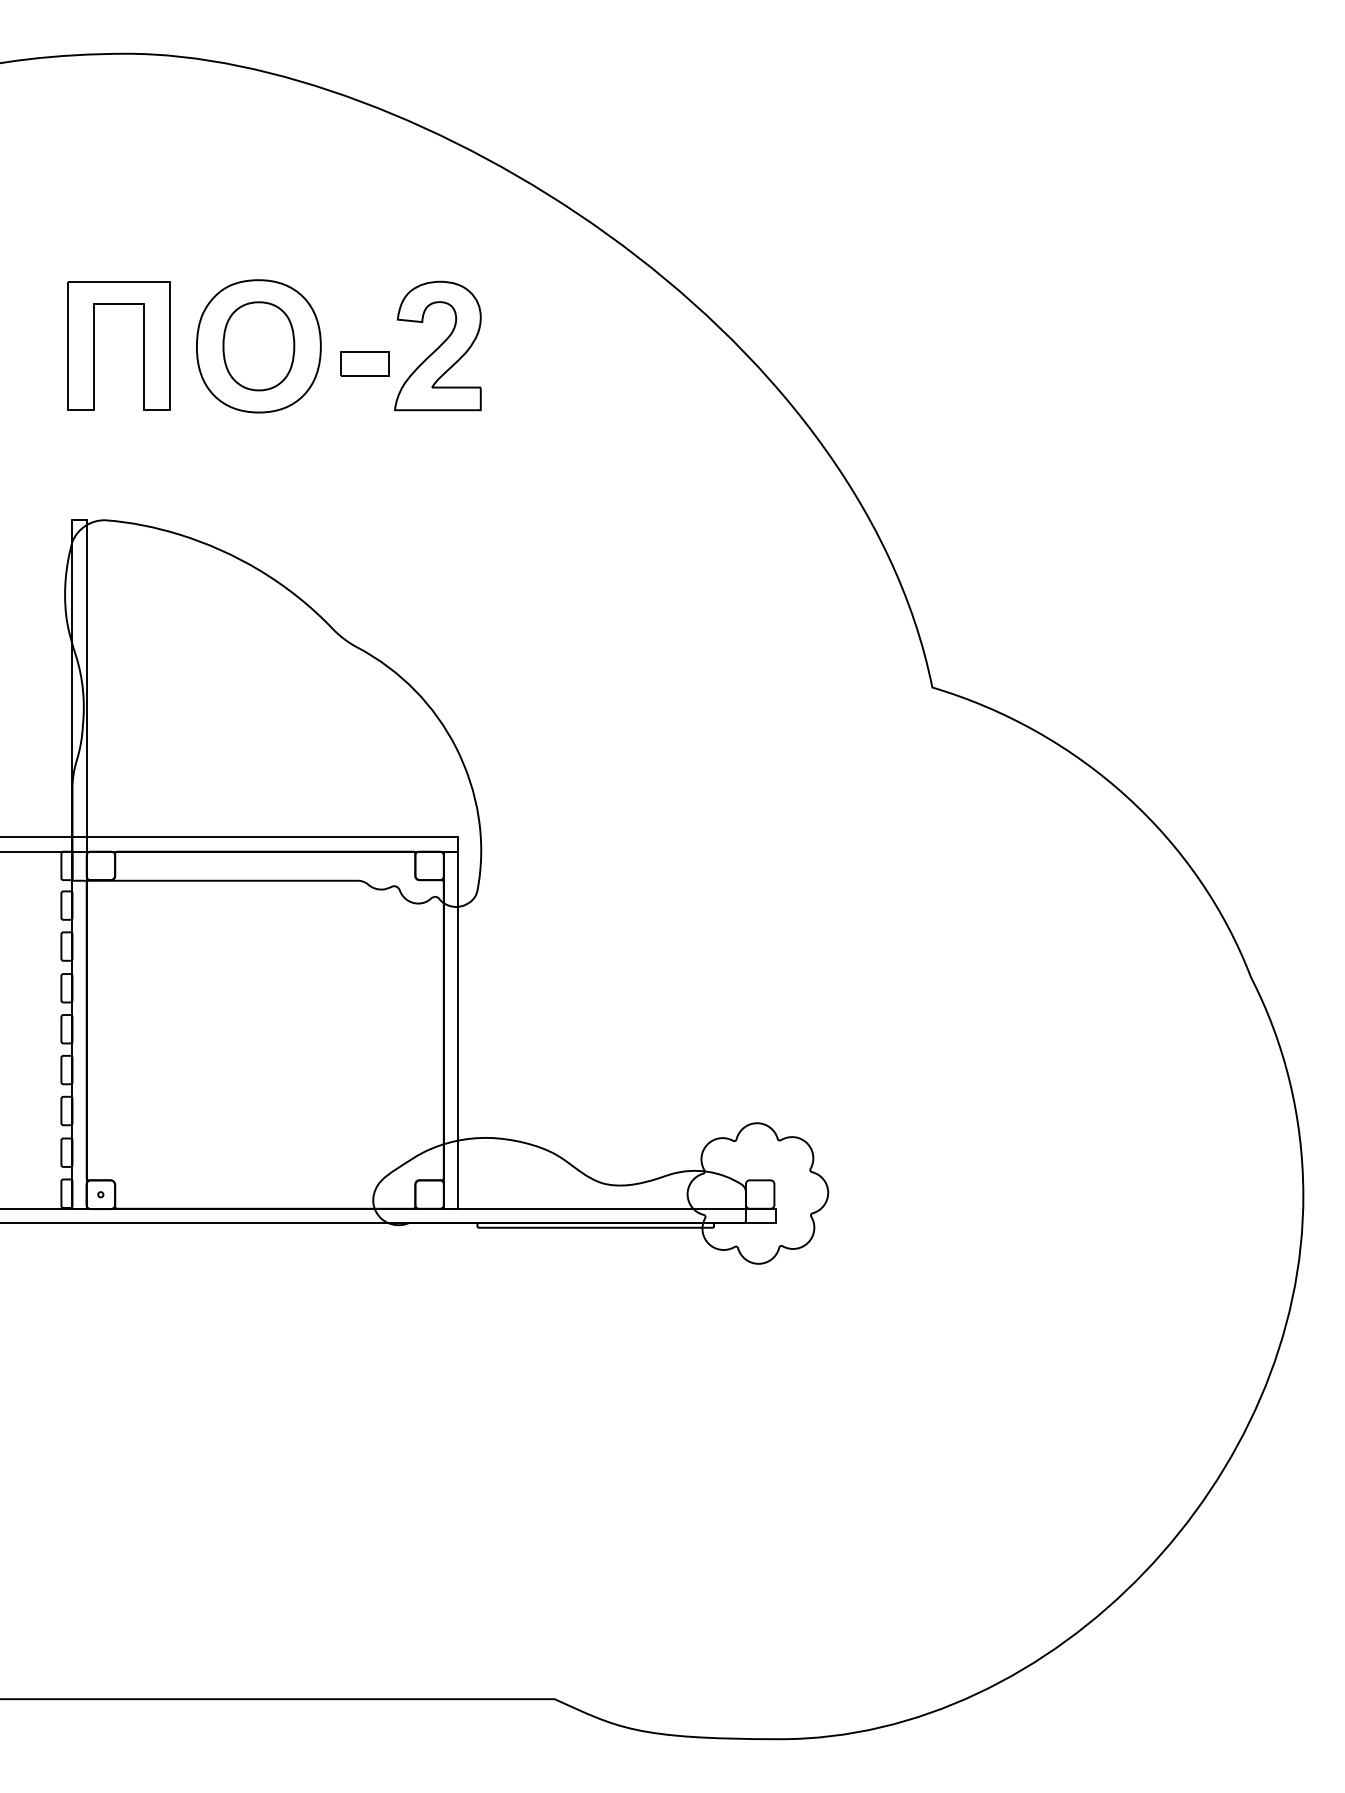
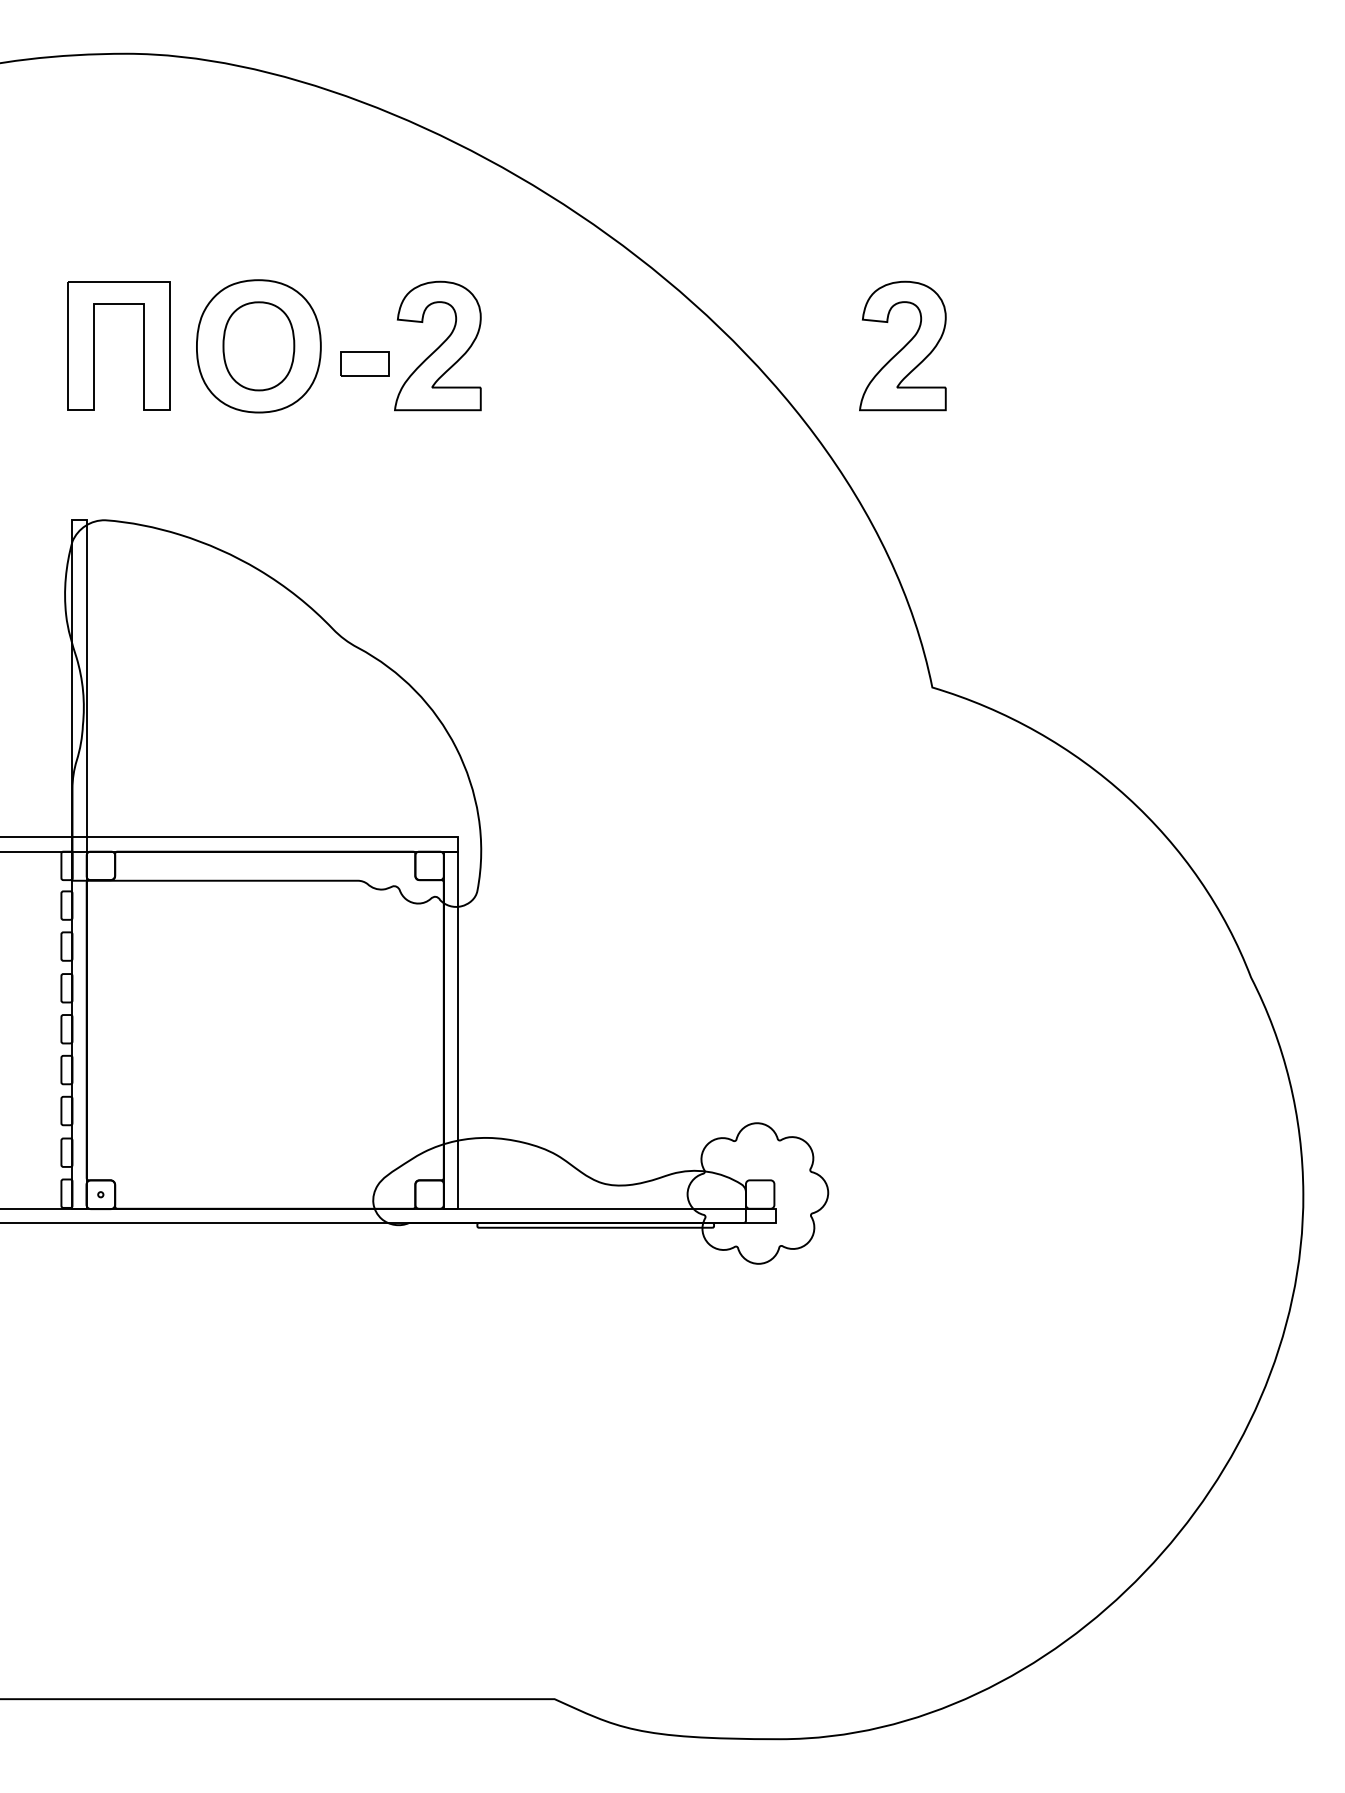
part at (902, 345): none -> present
